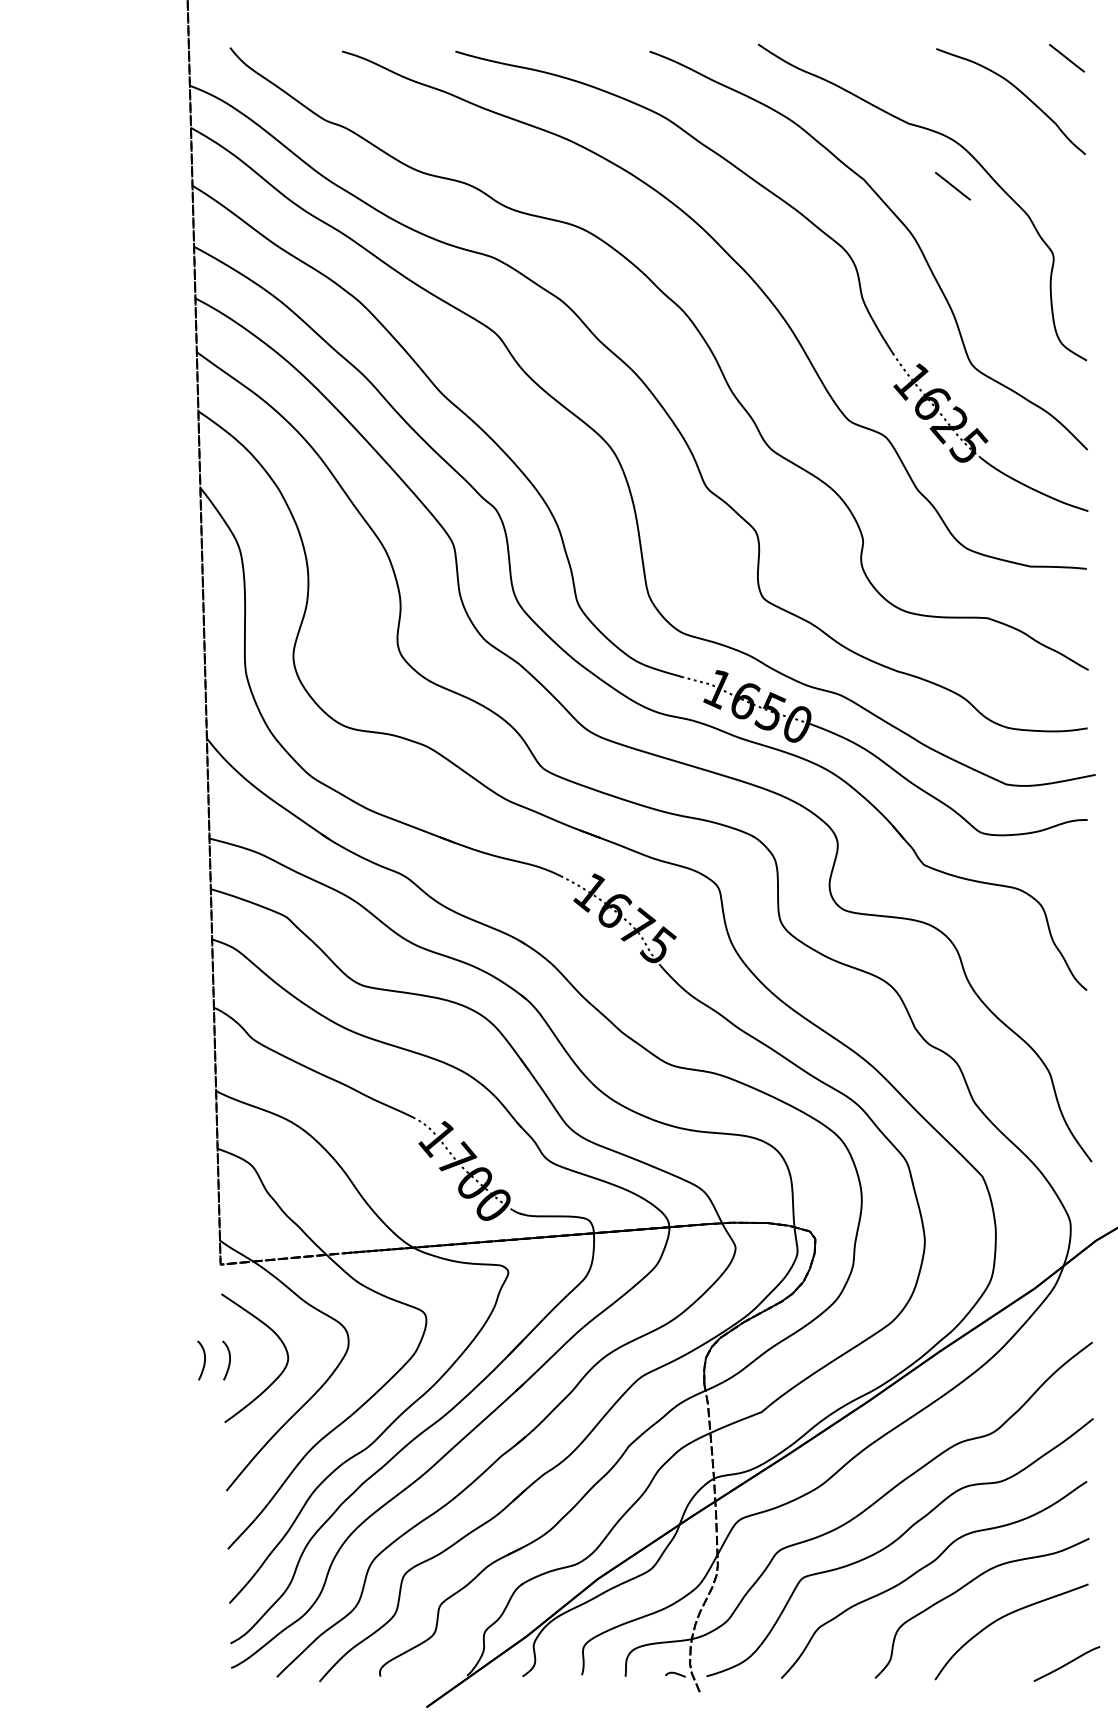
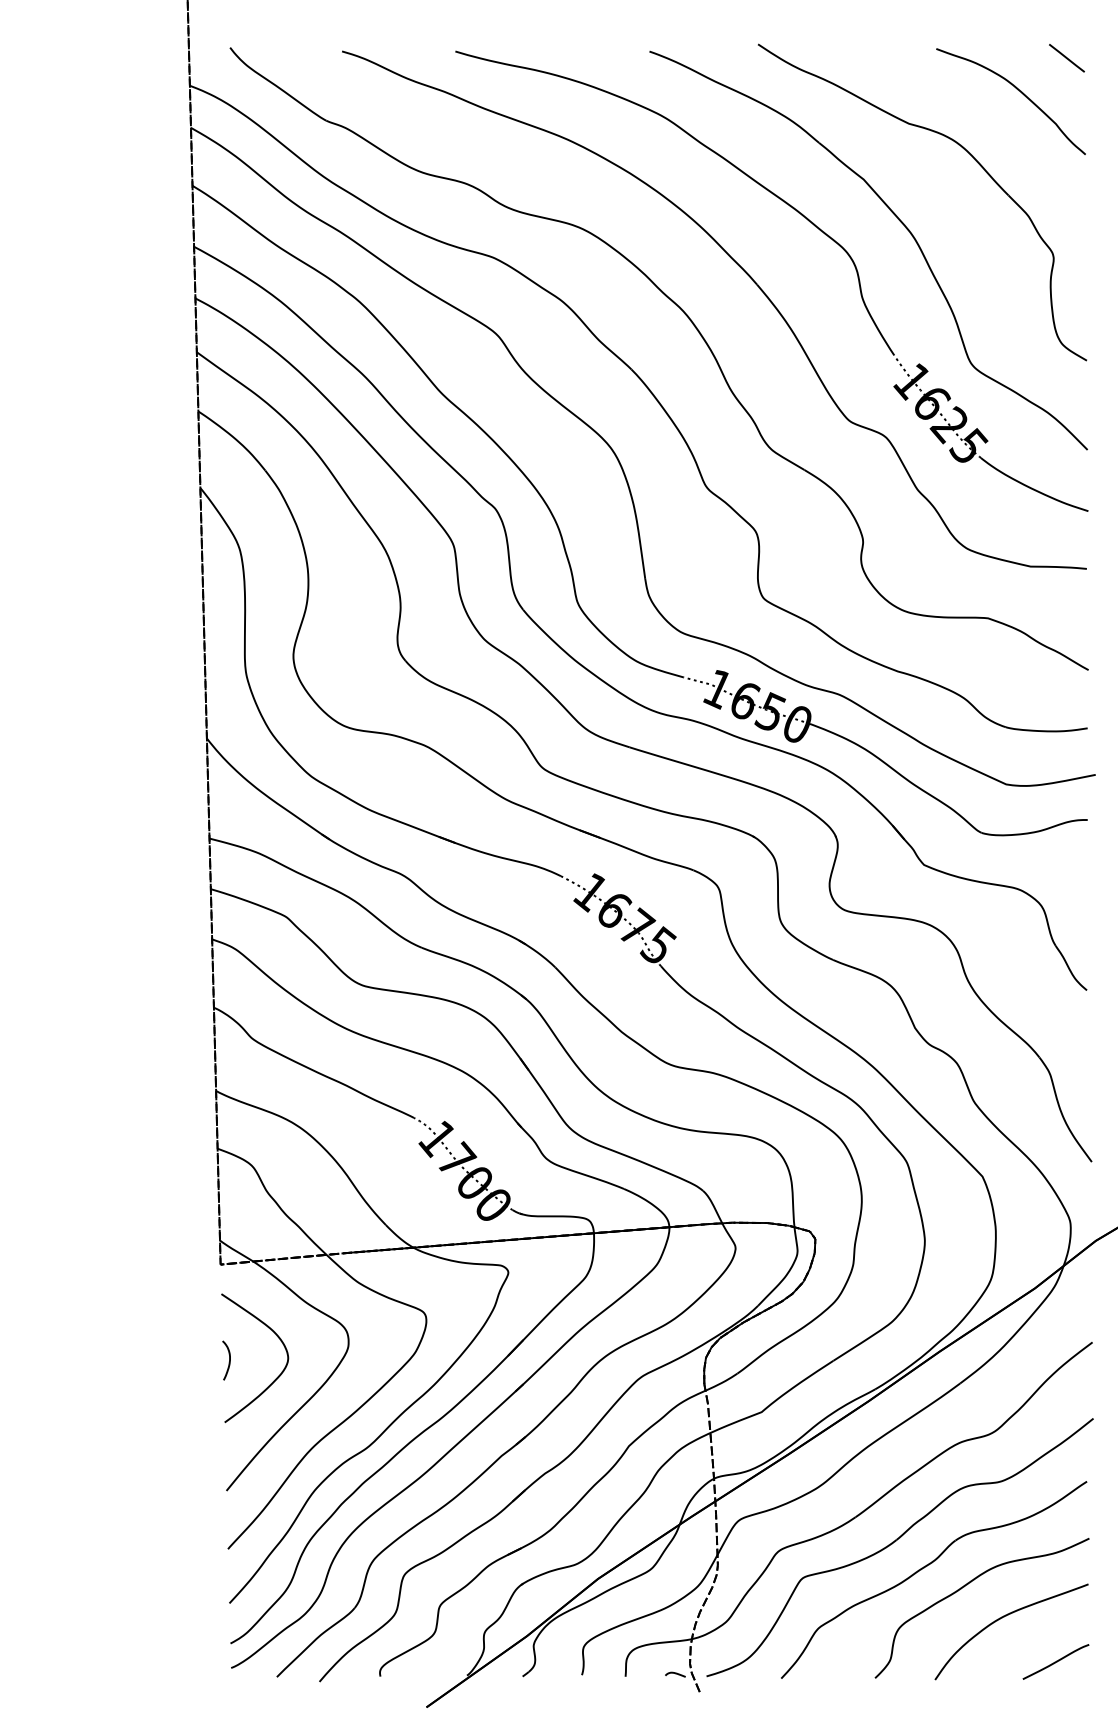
line at (952, 186): present -> none
curve at (203, 1362): present -> none
line at (1066, 1663) position: (1066, 1663) -> (1055, 1661)
